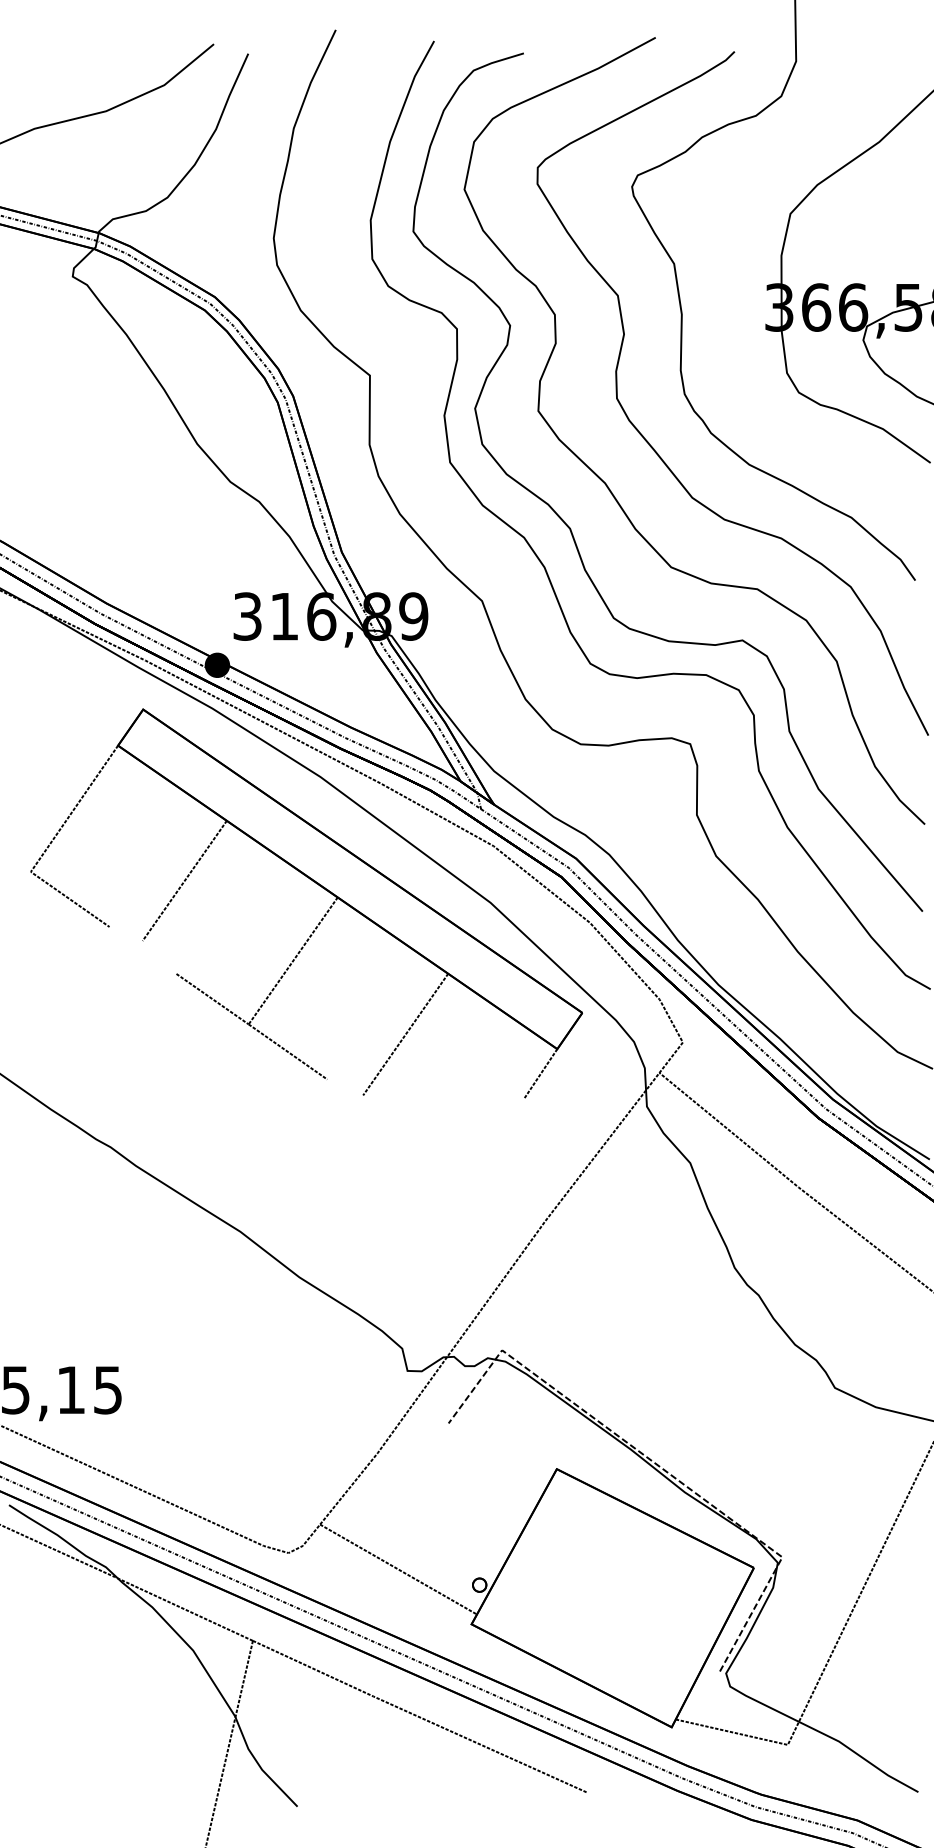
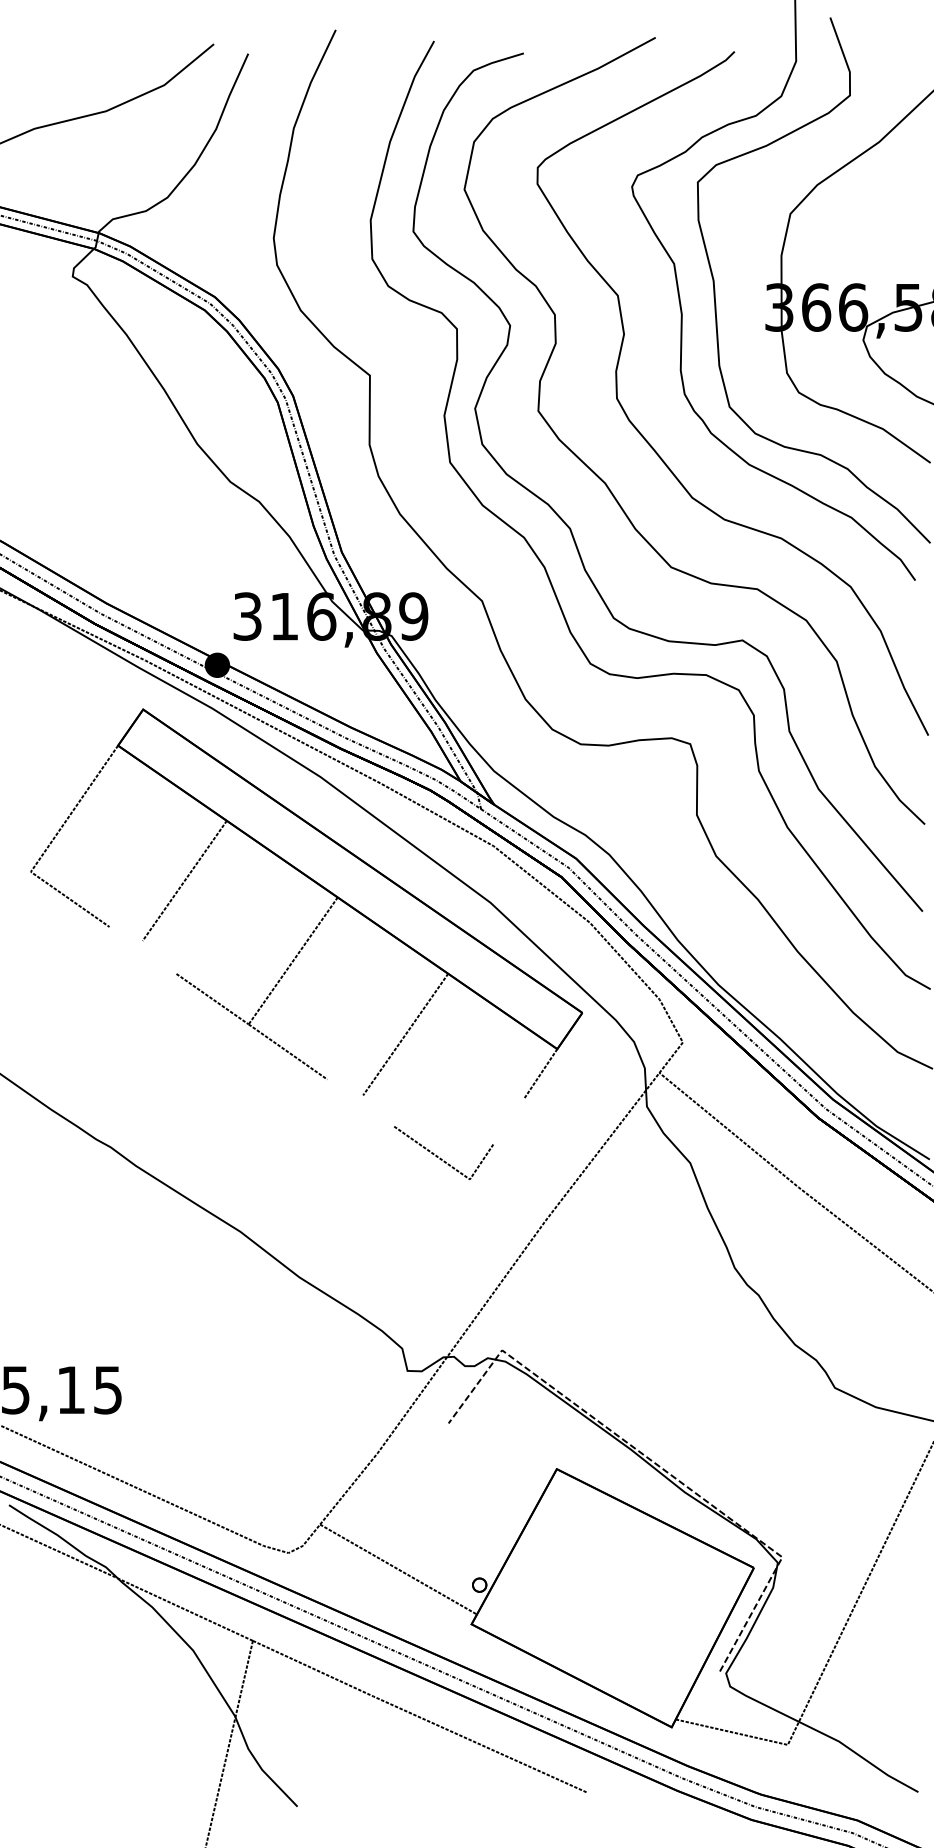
part at (715, 288): none -> present
line at (440, 1157): none -> present
